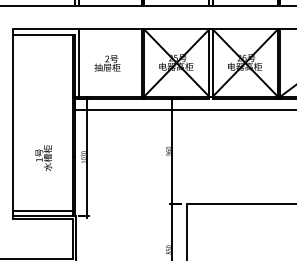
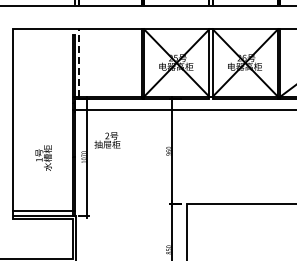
line at (42, 34): present -> none
line at (79, 63): solid -> dashed
text at (107, 63) position: (107, 63) -> (107, 140)
